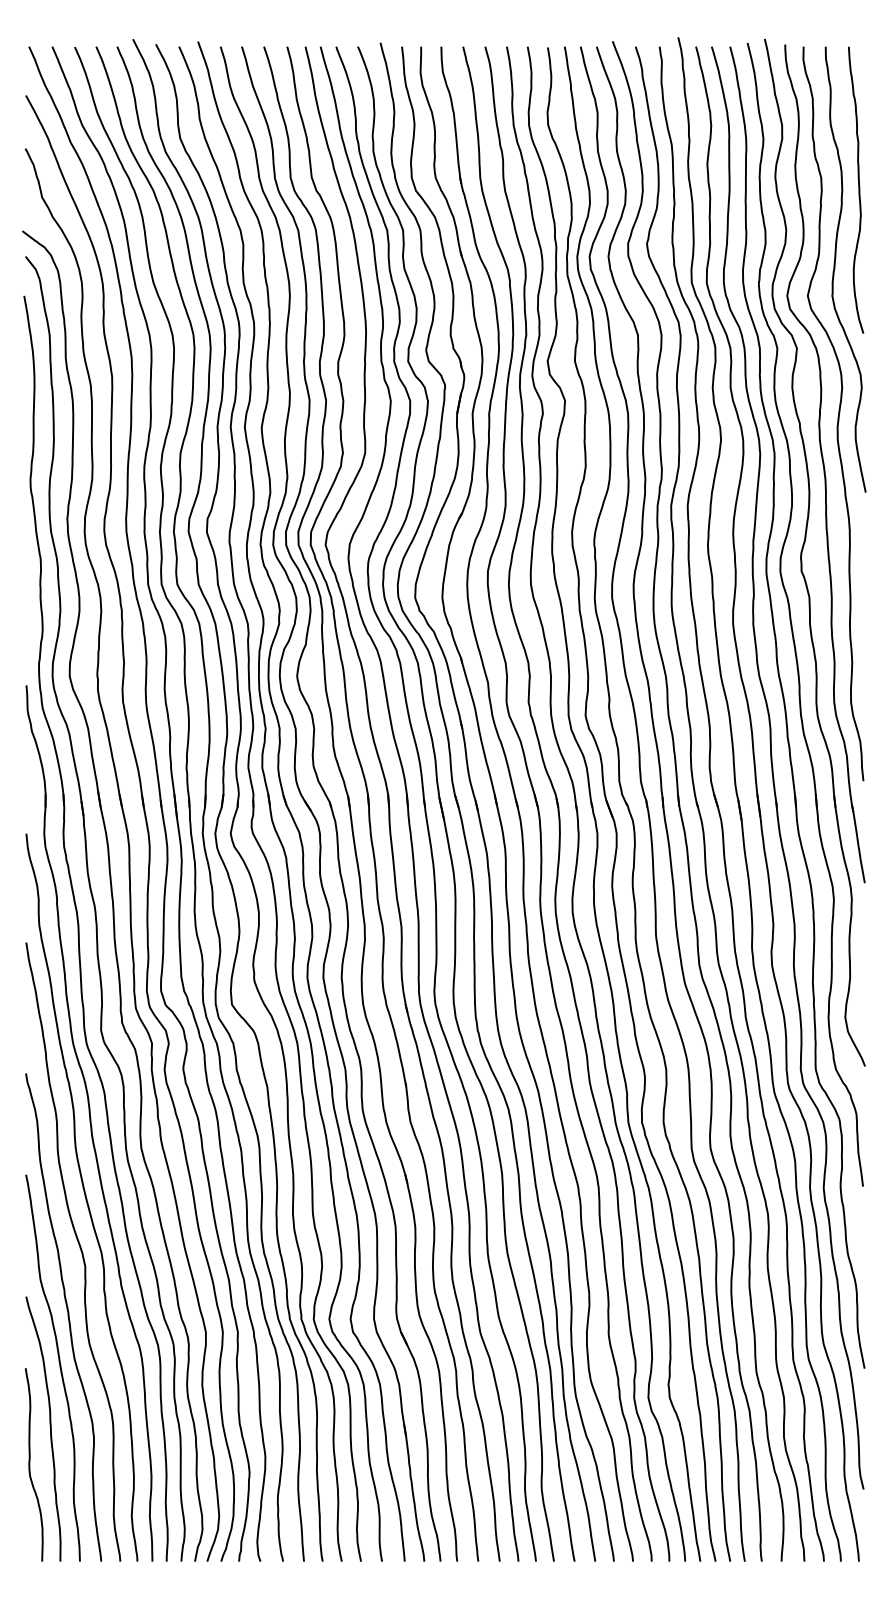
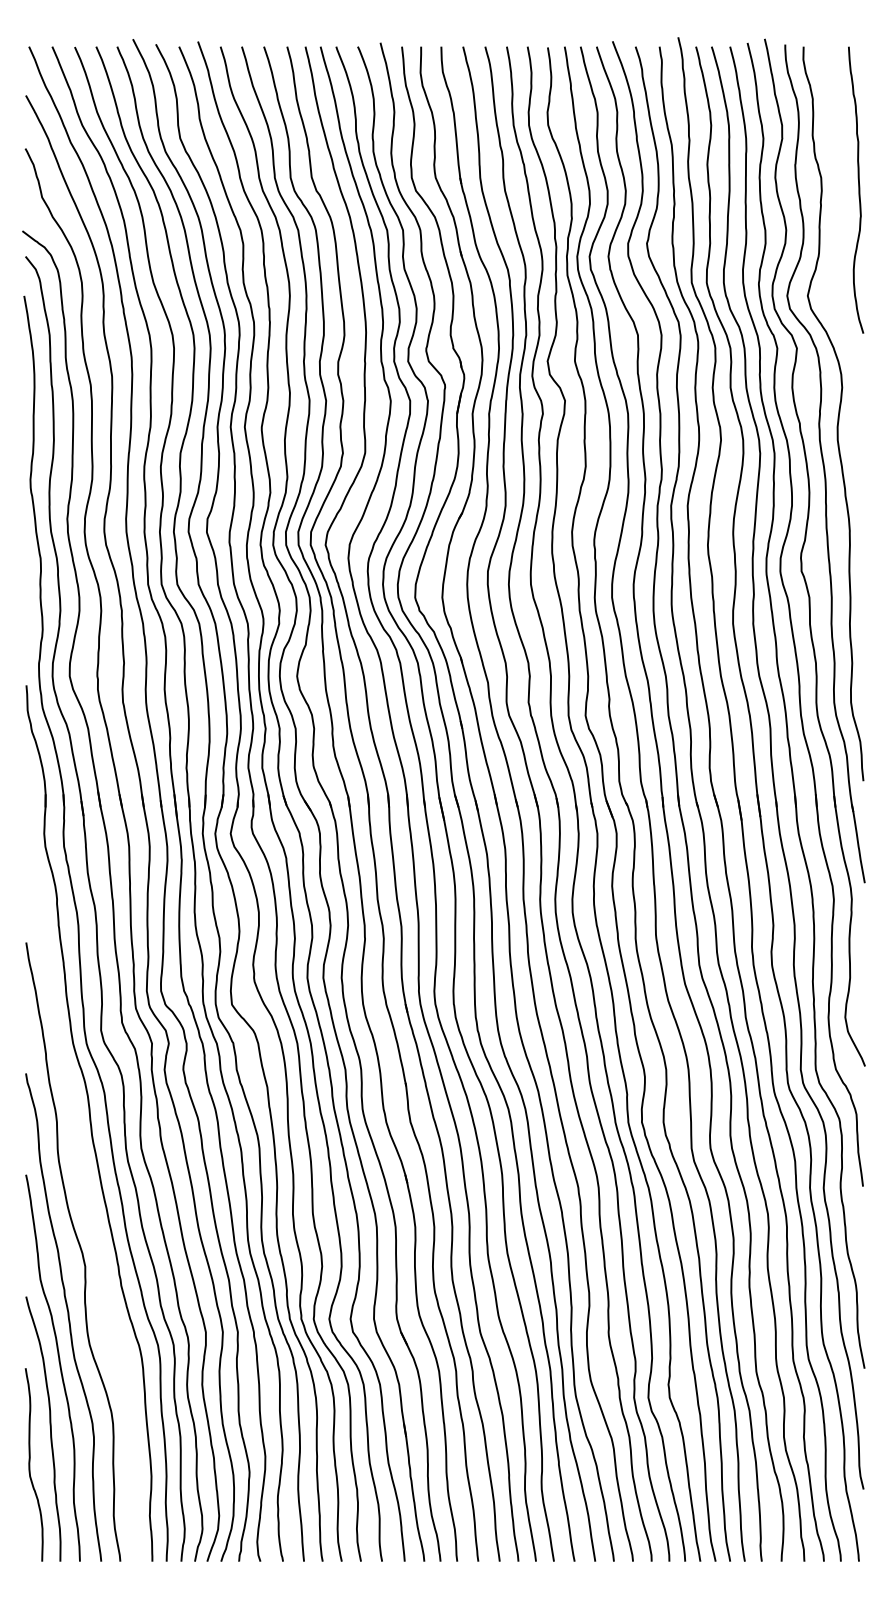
curve at (835, 269): present -> none
curve at (84, 1196): present -> none
